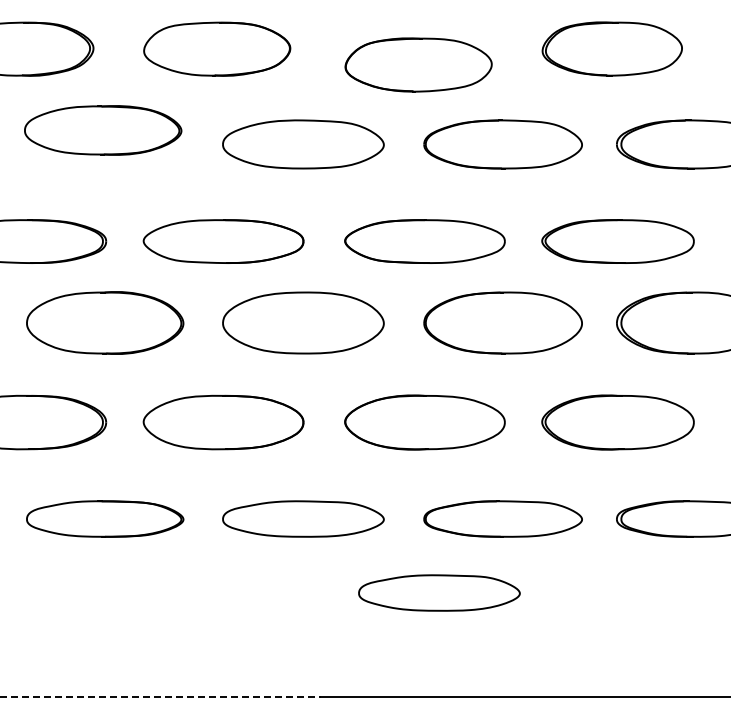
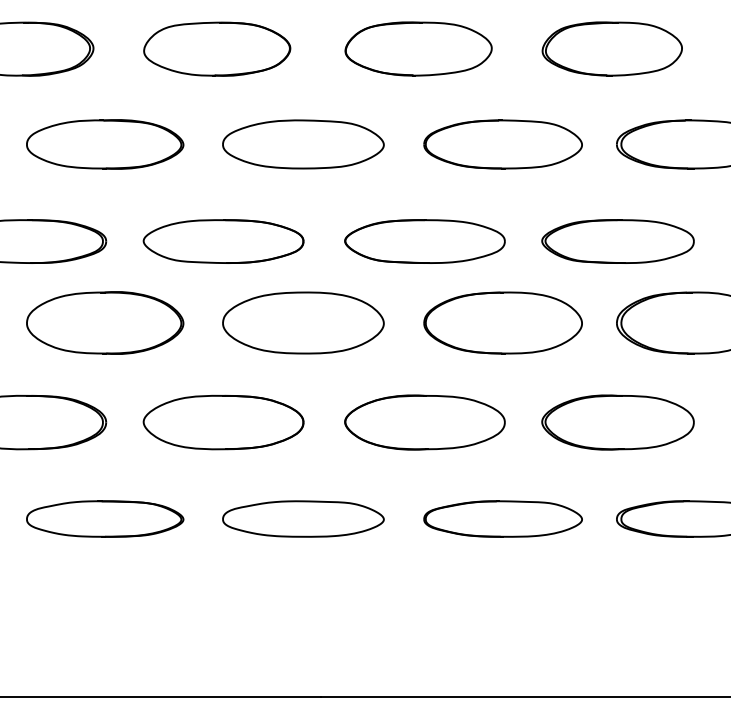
part at (418, 64) position: (418, 64) -> (418, 48)
part at (103, 130) position: (103, 130) -> (105, 144)
part at (439, 592): present -> none
line at (161, 697): dashed -> solid
